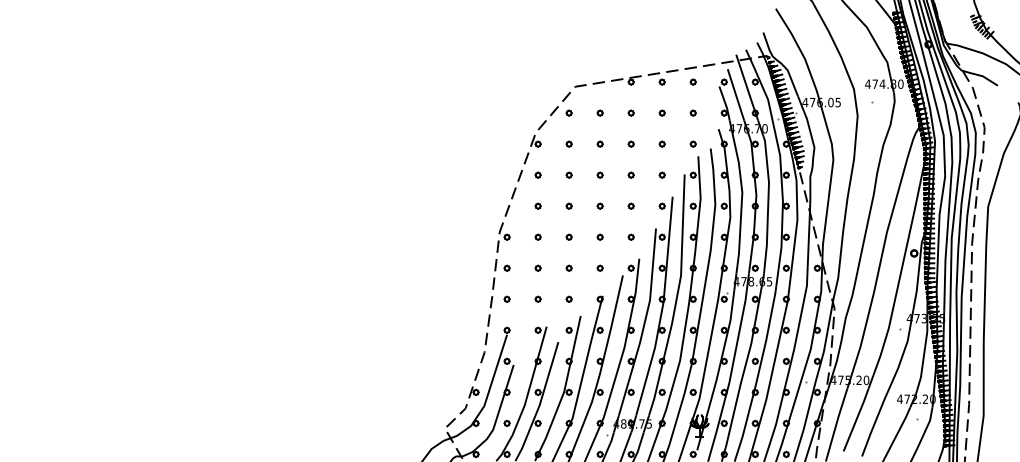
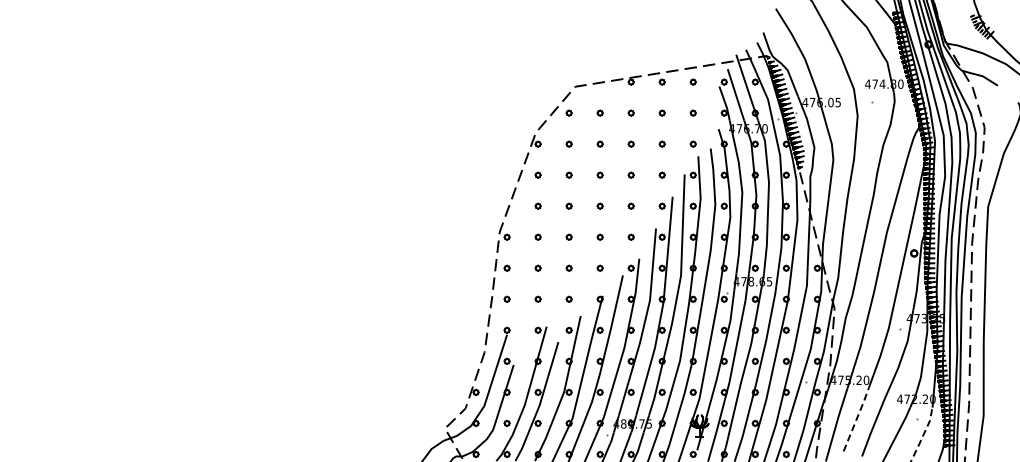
line at (856, 419): solid -> dashed
line at (923, 434): solid -> dashed
